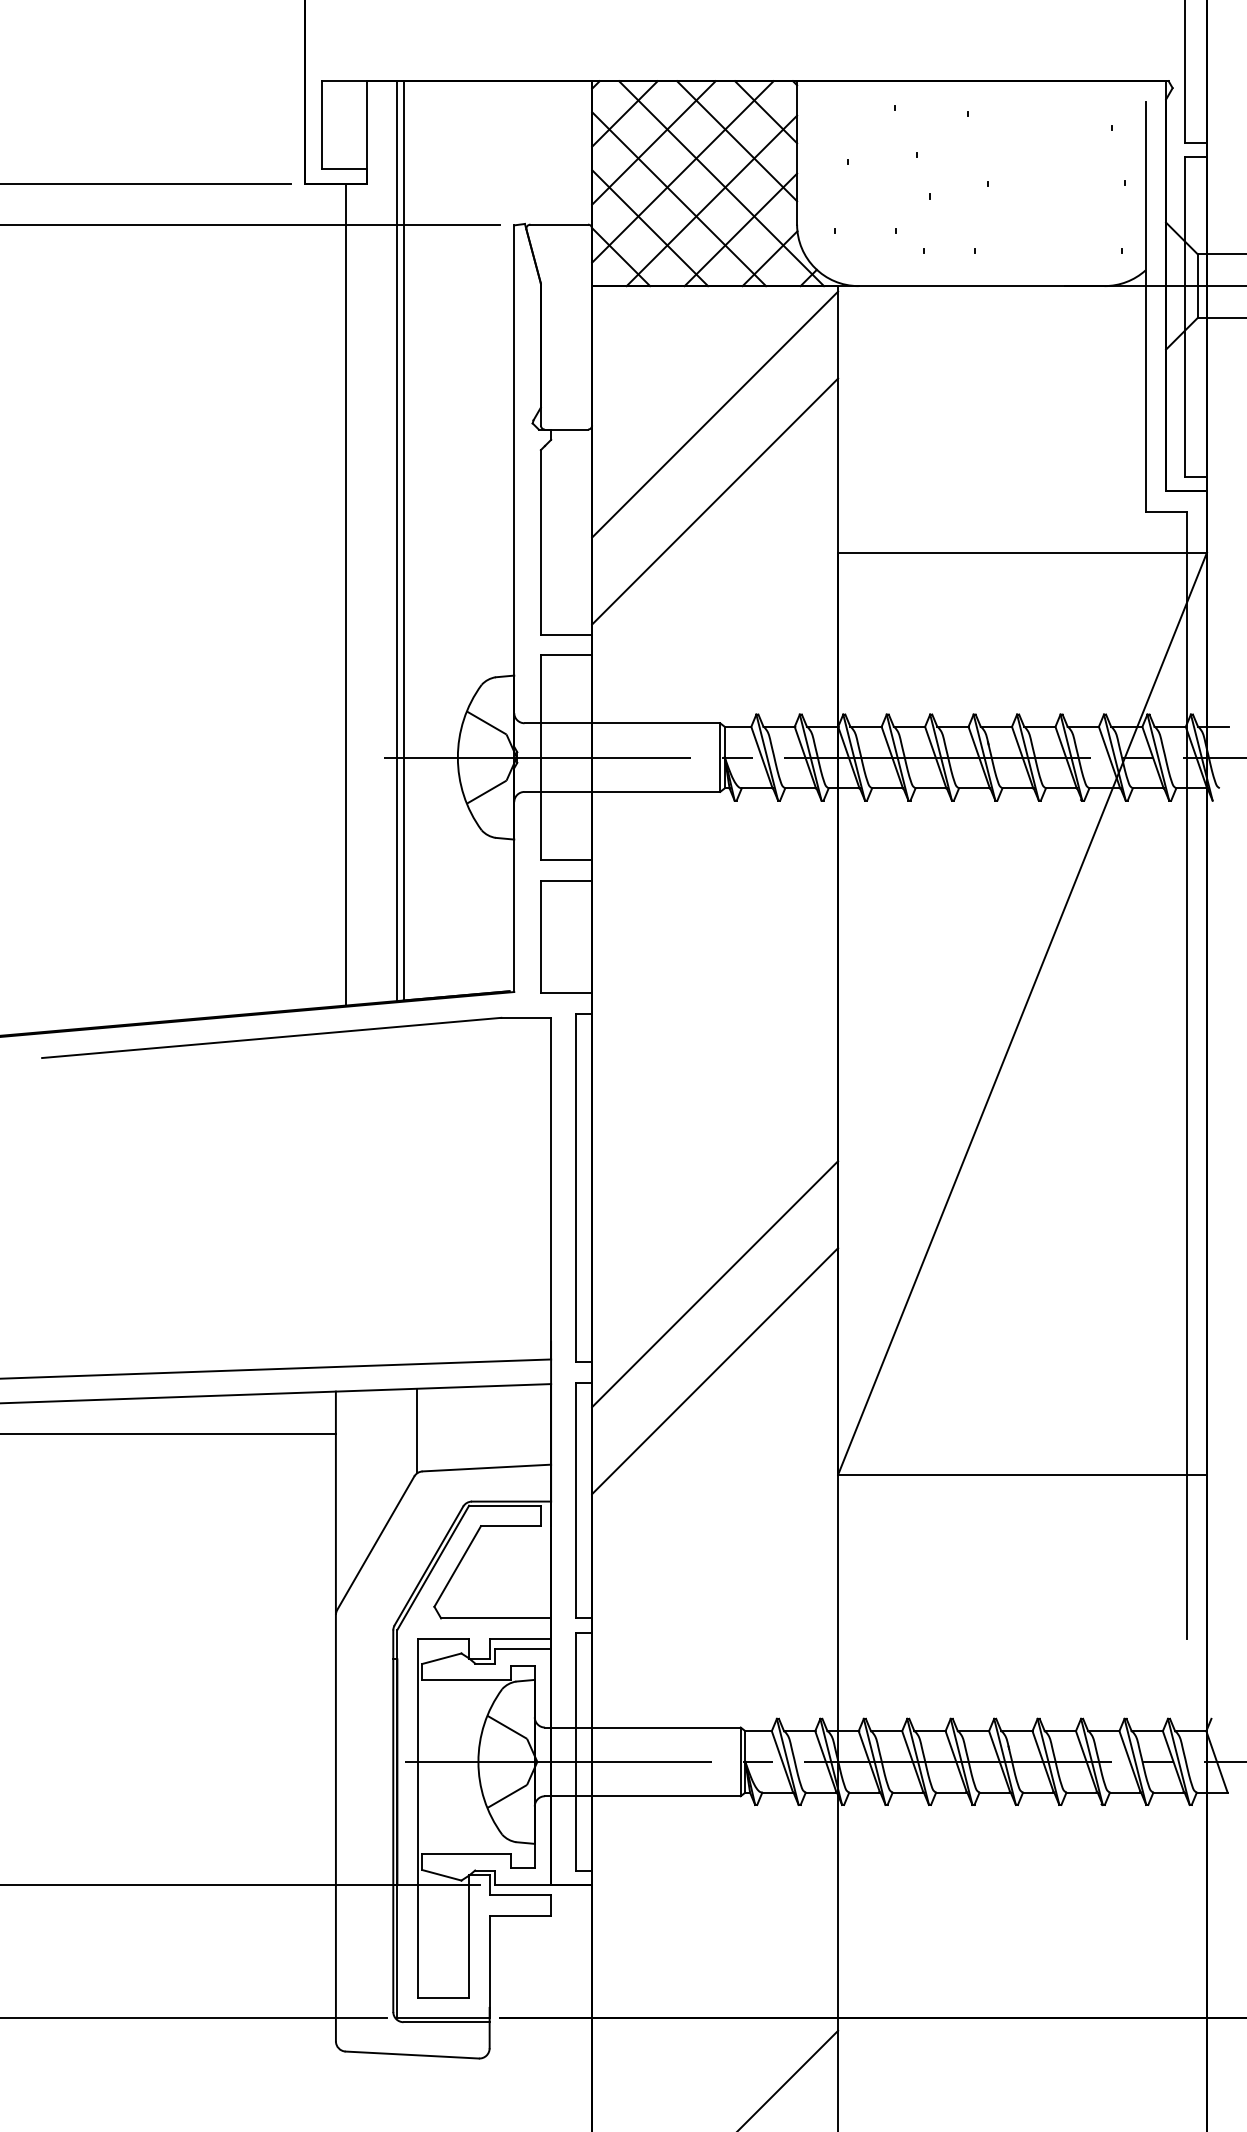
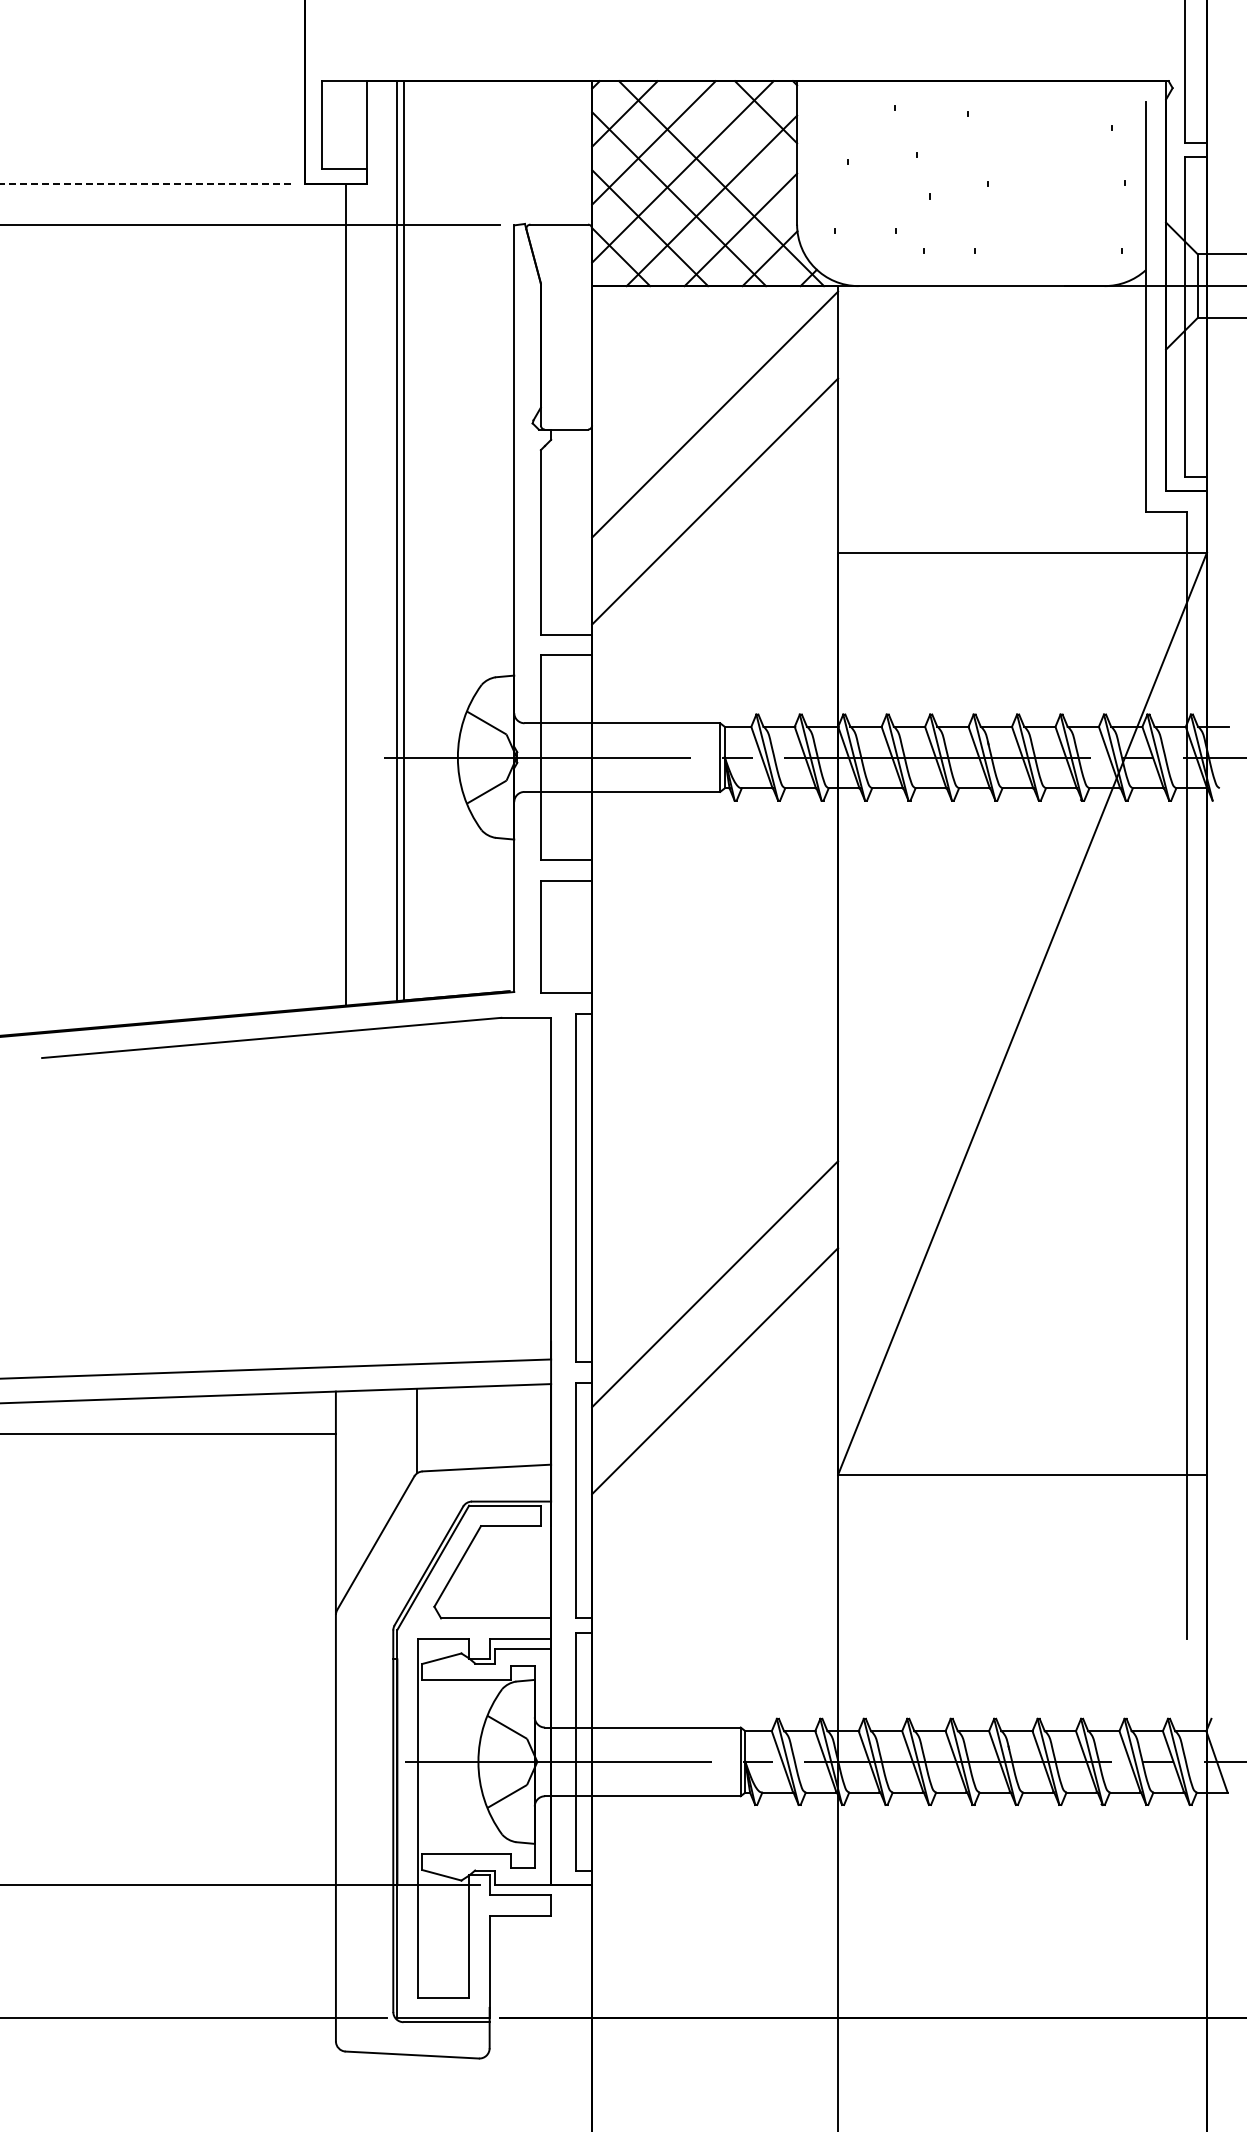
line at (737, 141): present -> none
line at (145, 183): solid -> dashed
line at (789, 2079): present -> none
